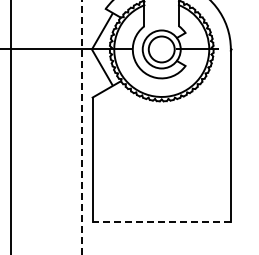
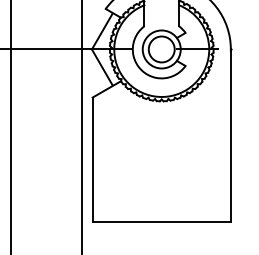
line at (81, 126): dashed -> solid
line at (161, 222): dashed -> solid
